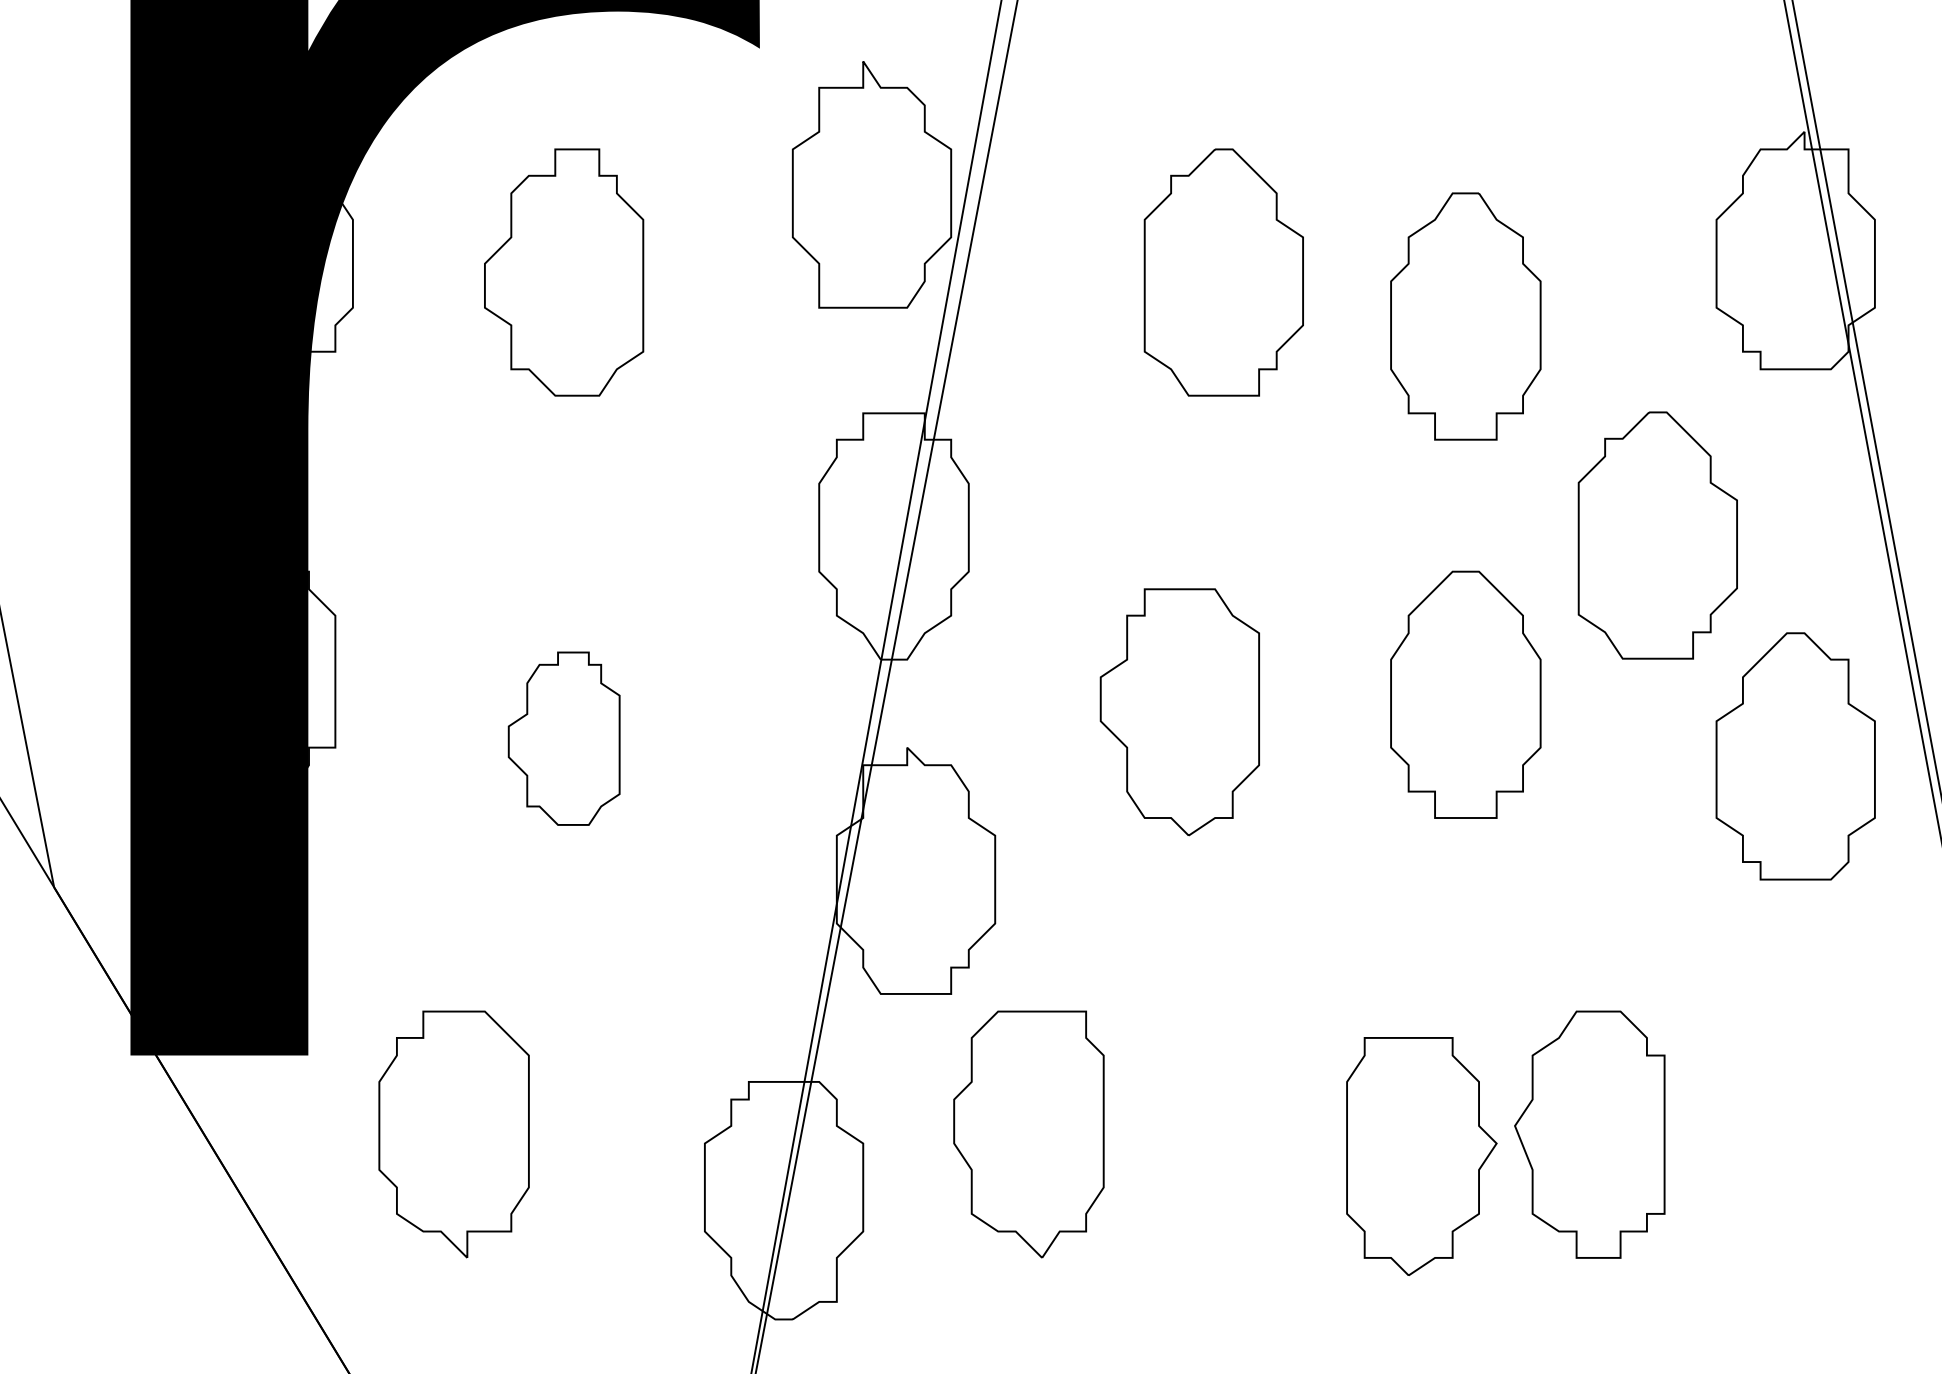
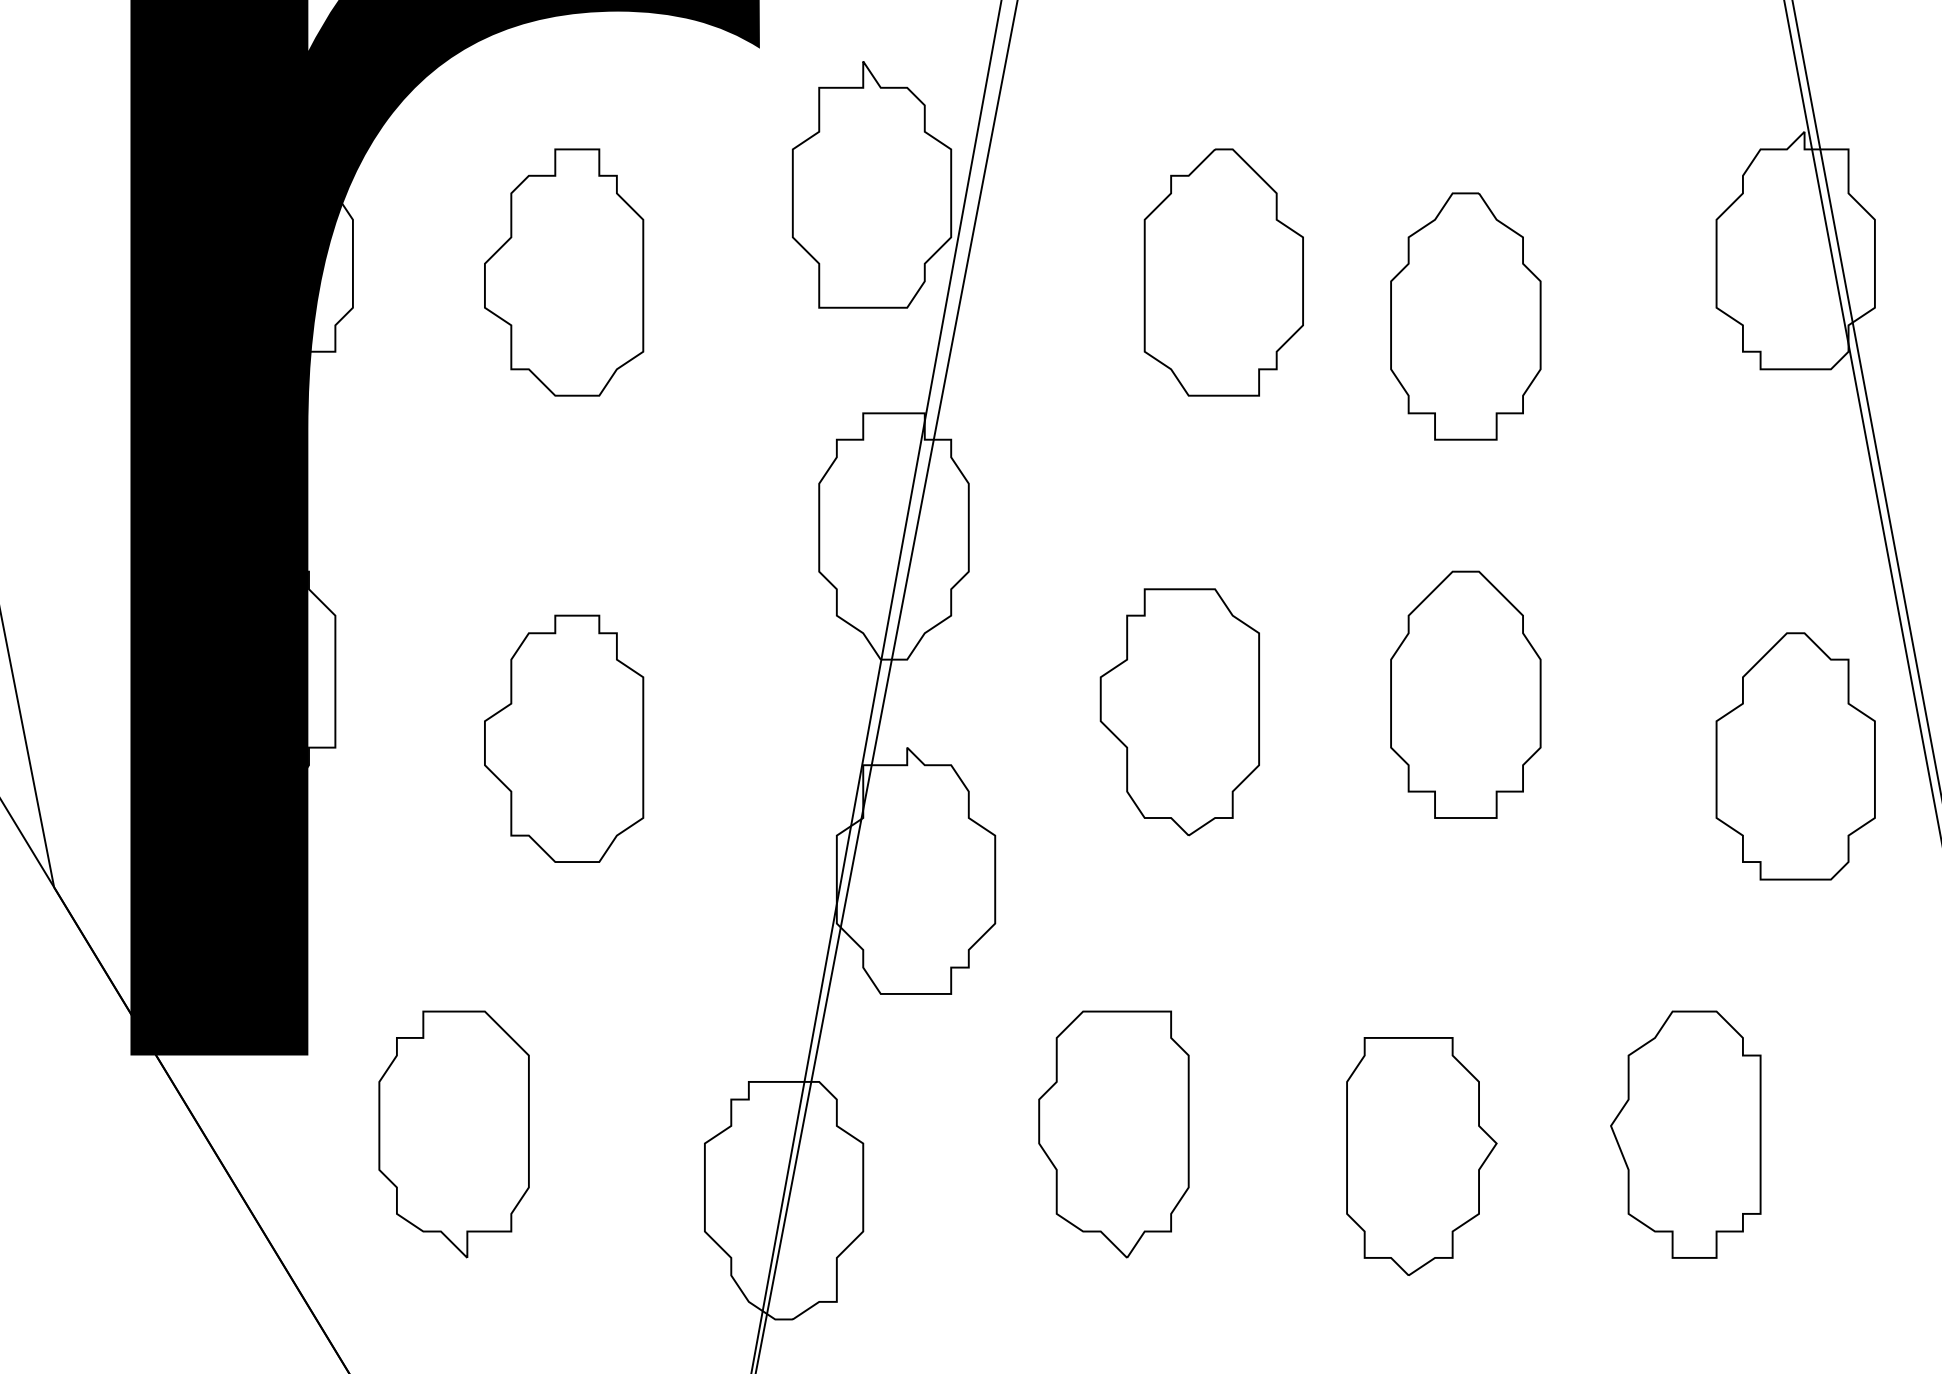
part at (1657, 535): present -> none
part at (563, 738) size: 114x175 px -> 161x249 px
part at (1028, 1134) position: (1028, 1134) -> (1113, 1134)
part at (1589, 1134) position: (1589, 1134) -> (1685, 1134)
